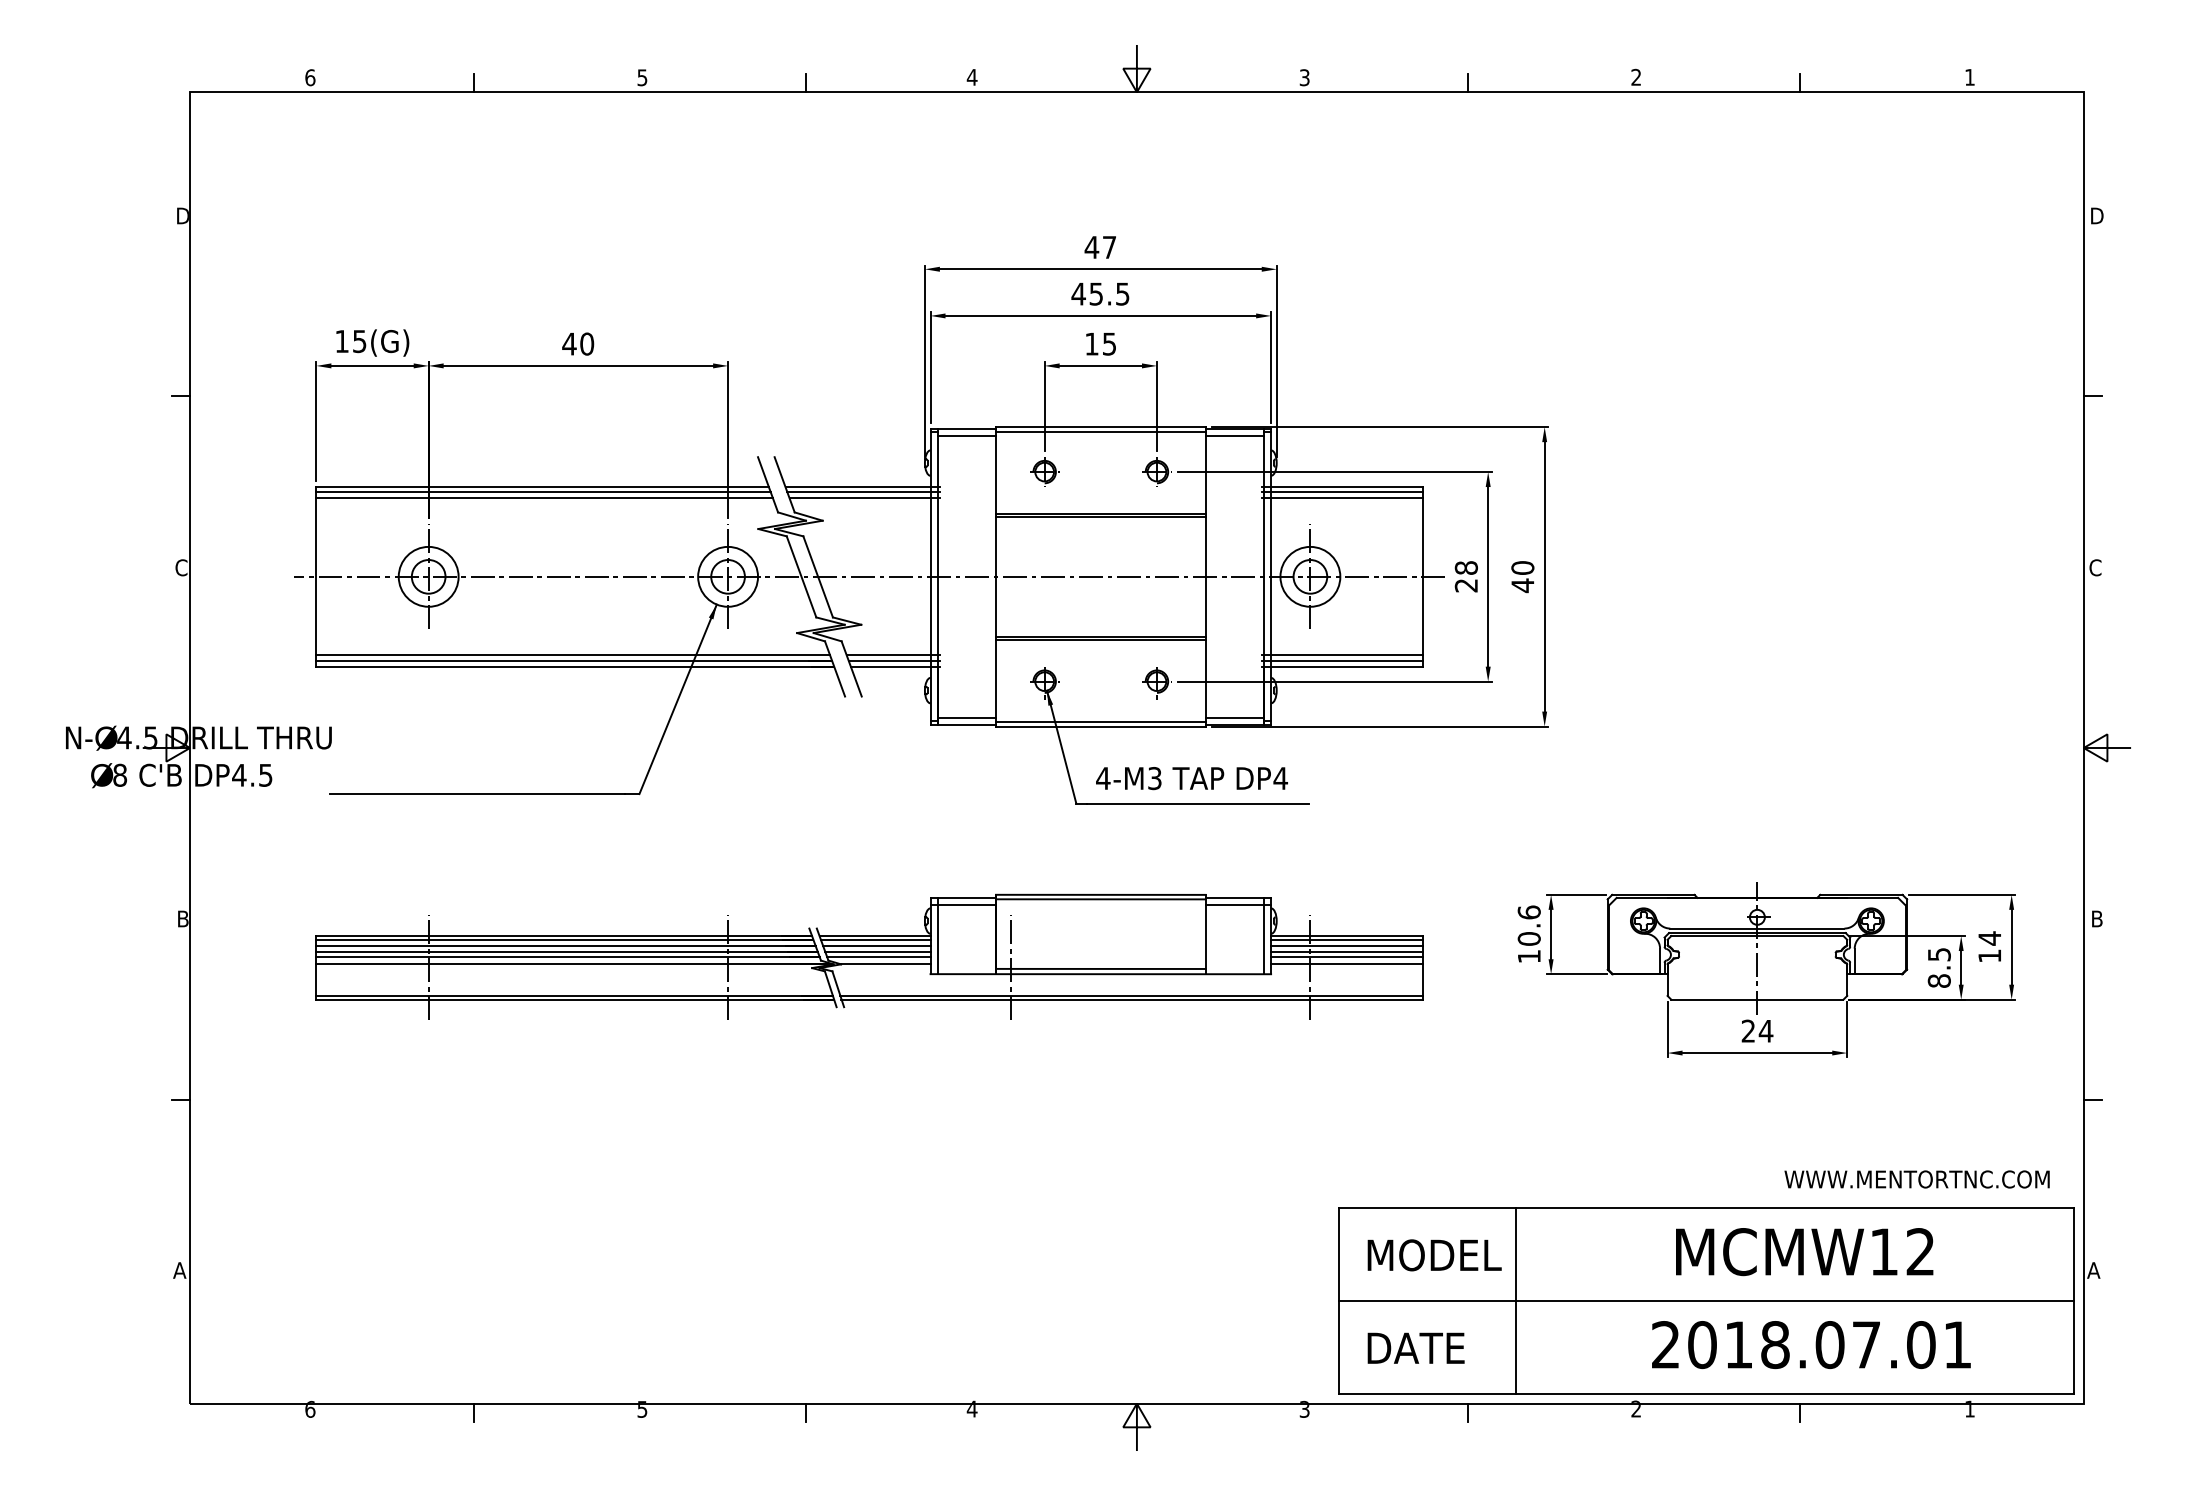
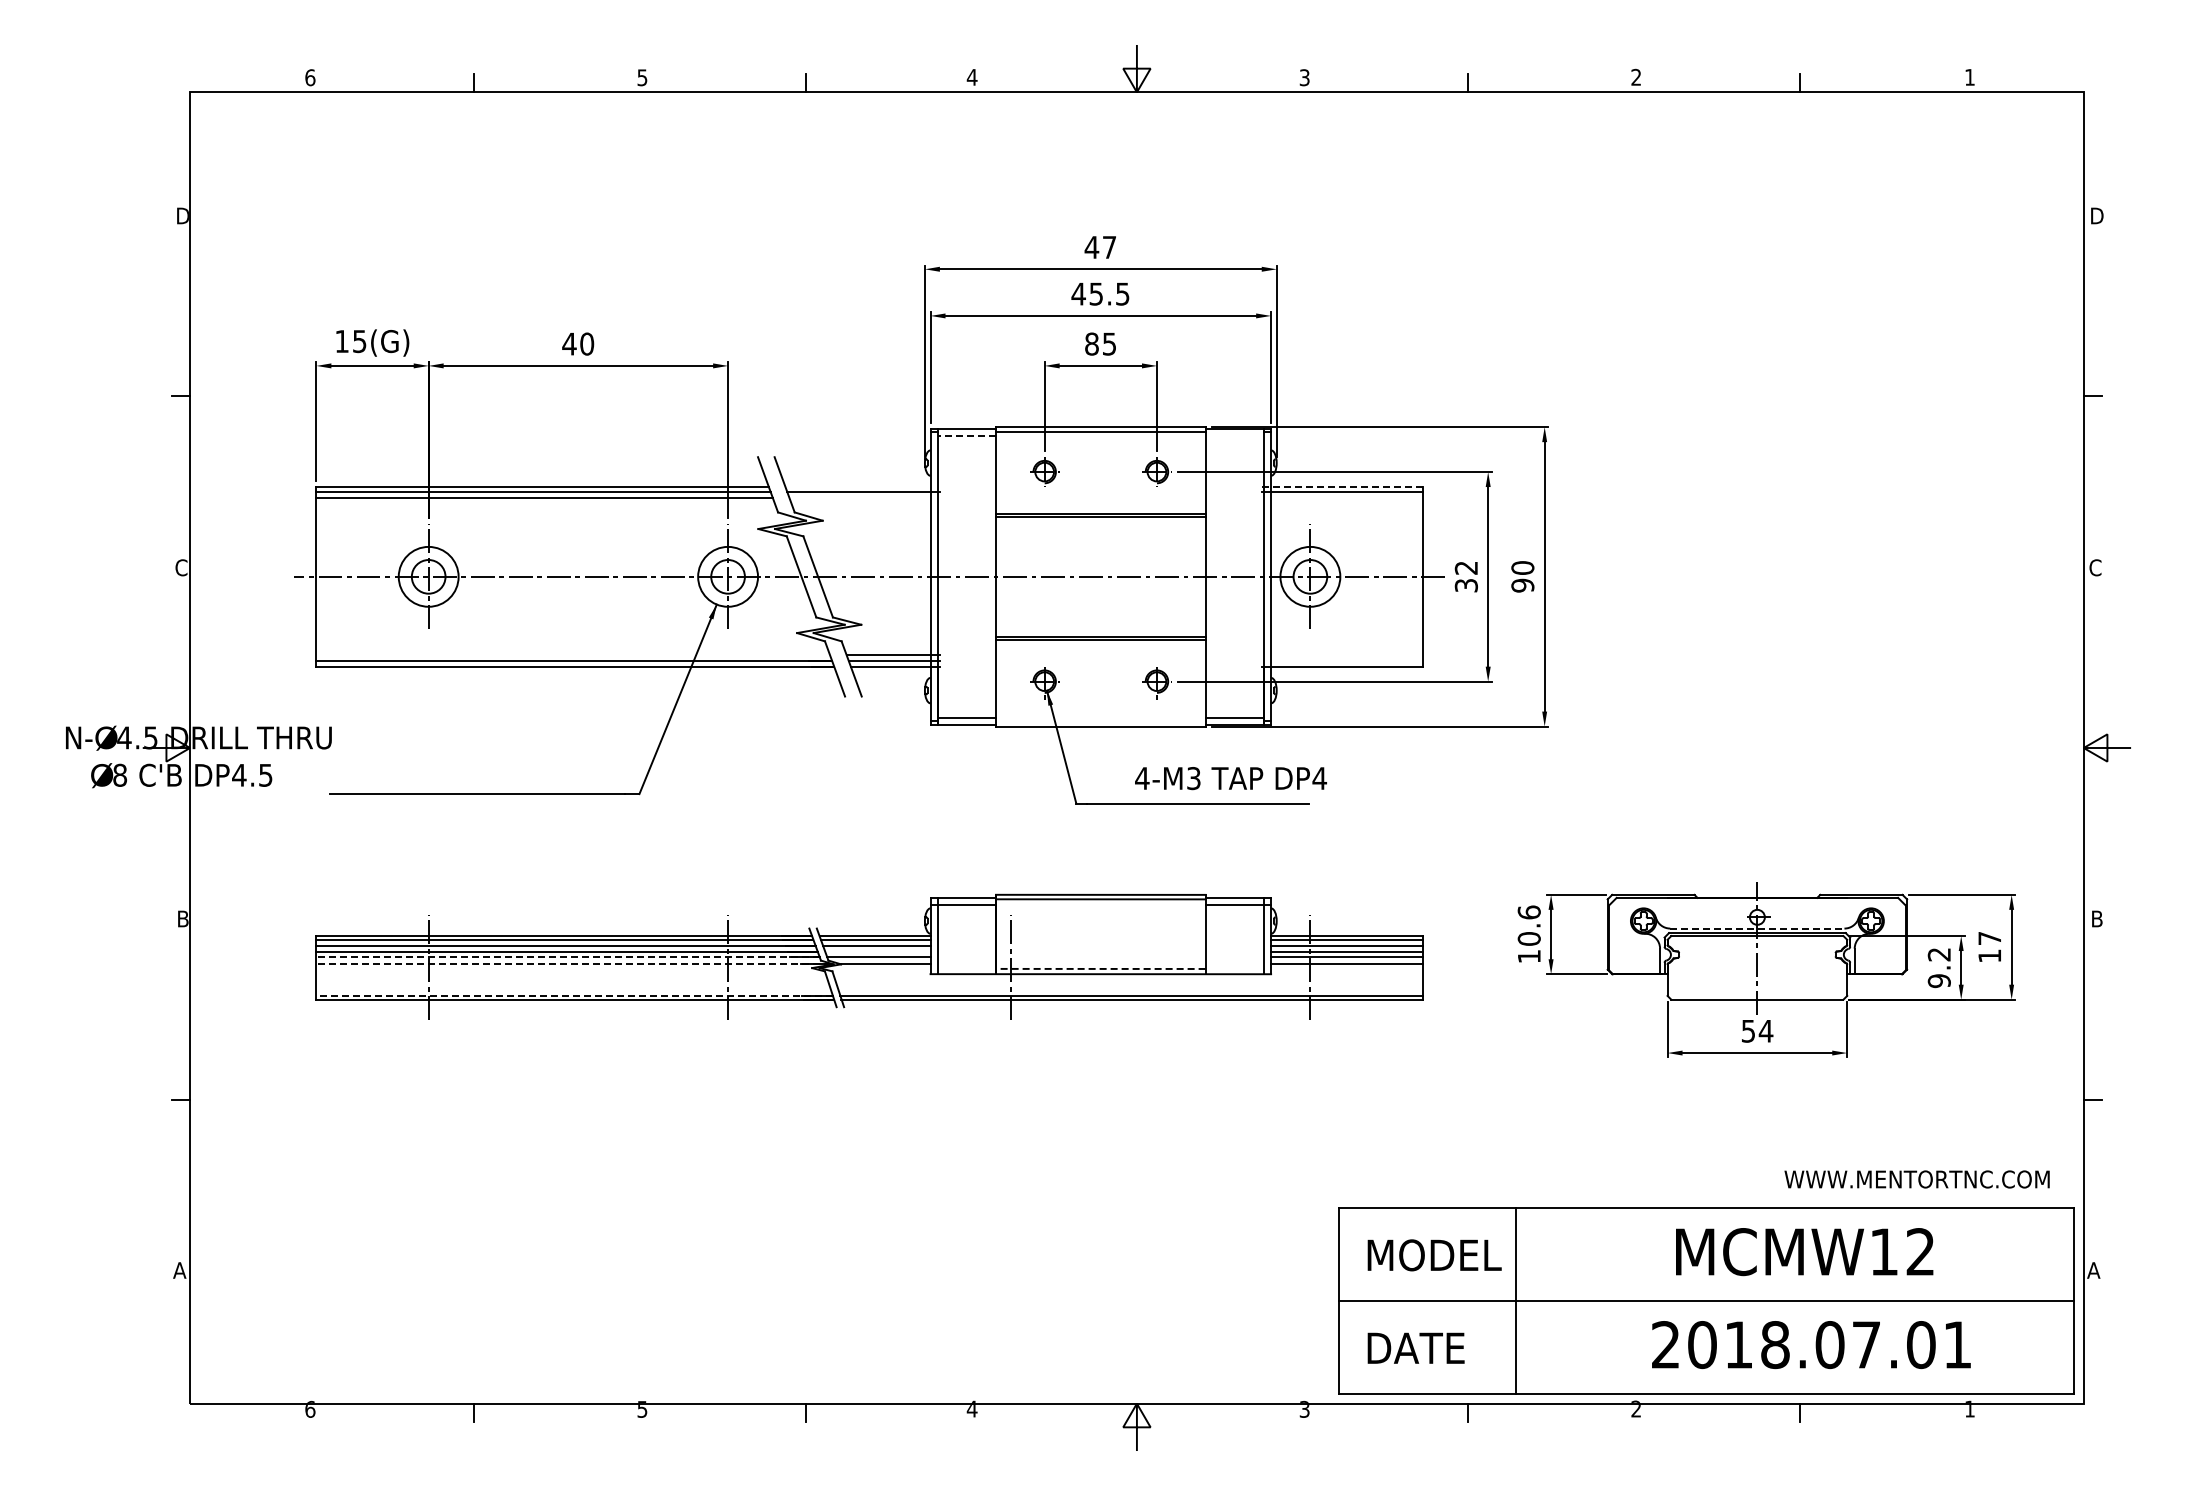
text at (1091, 343): 15 -> 85
line at (966, 436): solid -> dashed
line at (1234, 436): present -> none
line at (862, 487): present -> none
line at (1342, 487): solid -> dashed
line at (864, 498): present -> none
line at (1341, 498): present -> none
text at (1465, 576): 28 -> 32
text at (1522, 585): 40 -> 90
line at (573, 655): present -> none
line at (1341, 655): present -> none
line at (1341, 661): present -> none
line at (1100, 722): present -> none
text at (1191, 778) position: (1191, 778) -> (1230, 778)
line at (1757, 928): solid -> dashed
text at (1989, 938): 14 -> 17
line at (877, 952): present -> none
line at (568, 957): solid -> dashed
line at (573, 963): solid -> dashed
line at (1100, 968): solid -> dashed
text at (1938, 968): 8.5 -> 9.2
line at (573, 995): solid -> dashed
text at (1747, 1030): 24 -> 54
